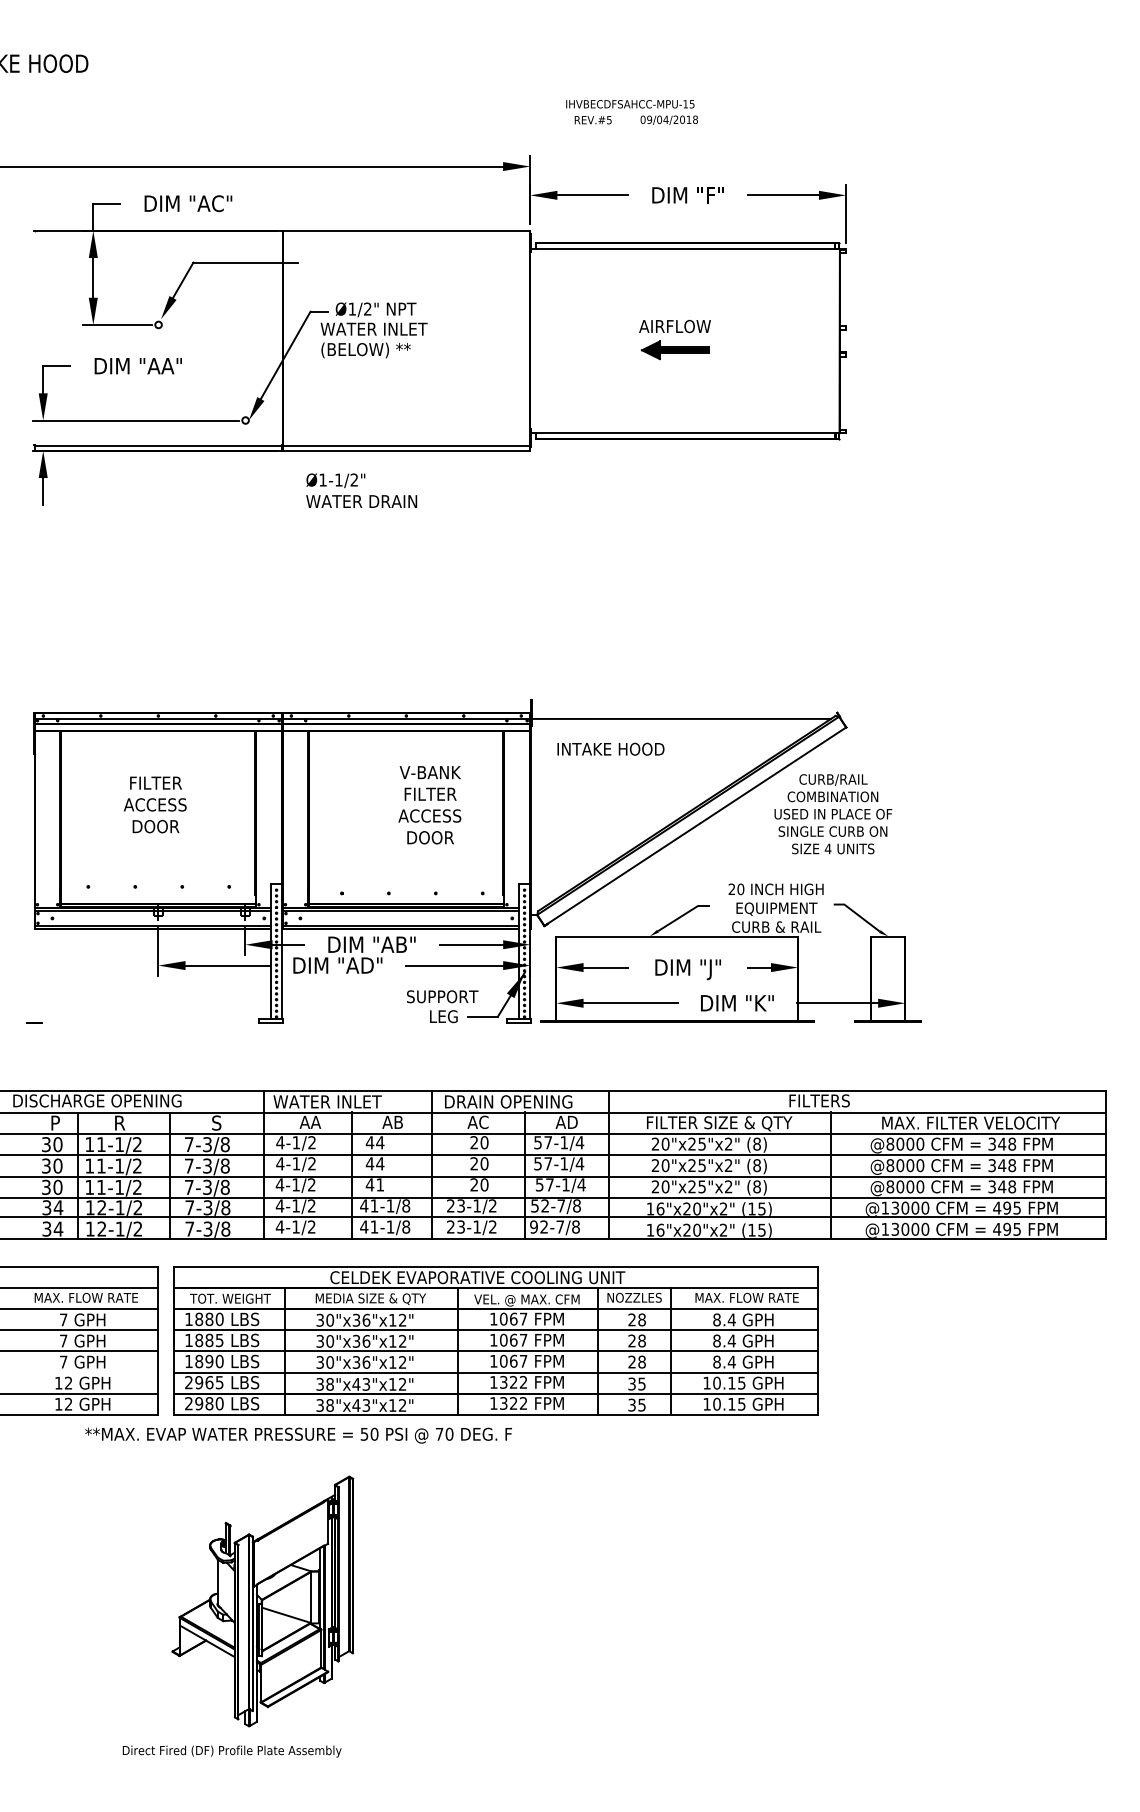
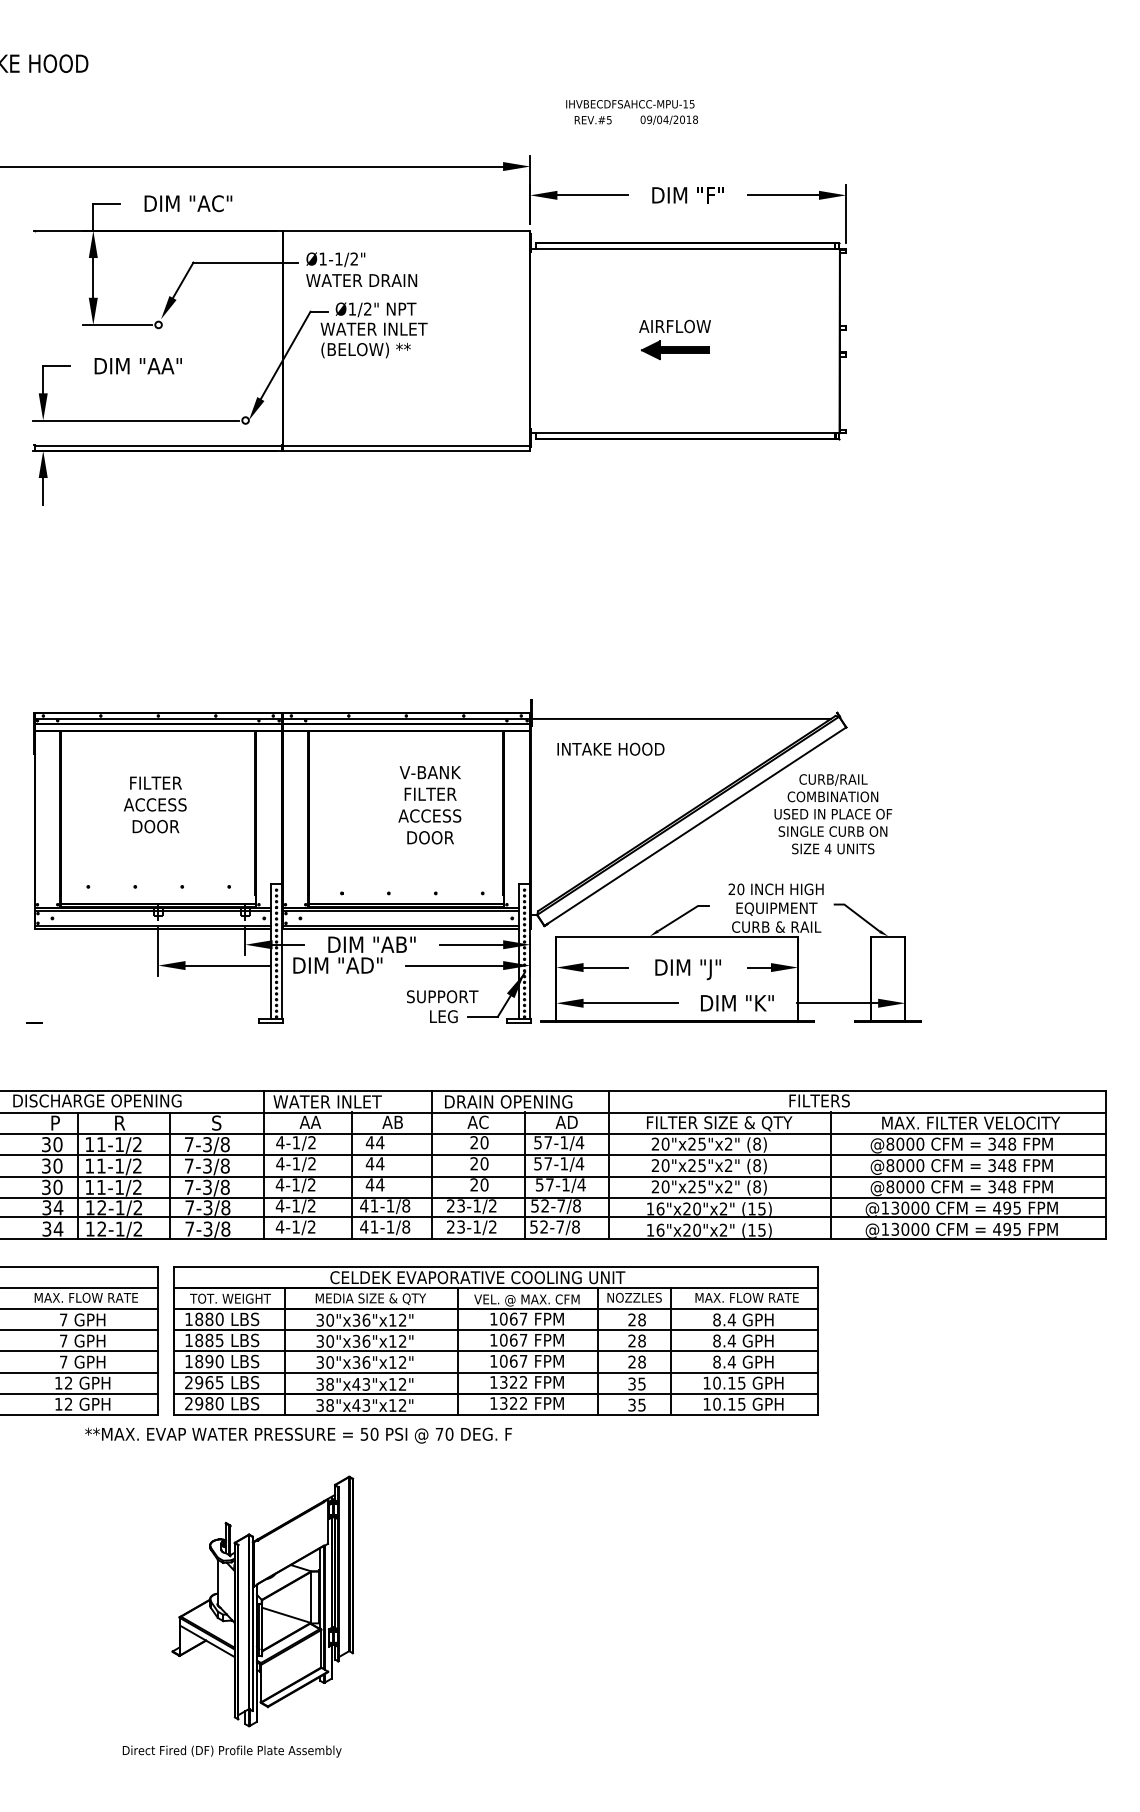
text at (361, 490) position: (361, 490) -> (361, 269)
text at (380, 1184): 41 -> 44
text at (533, 1226): 92-7/8 -> 52-7/8
line at (79, 1372): none -> present
